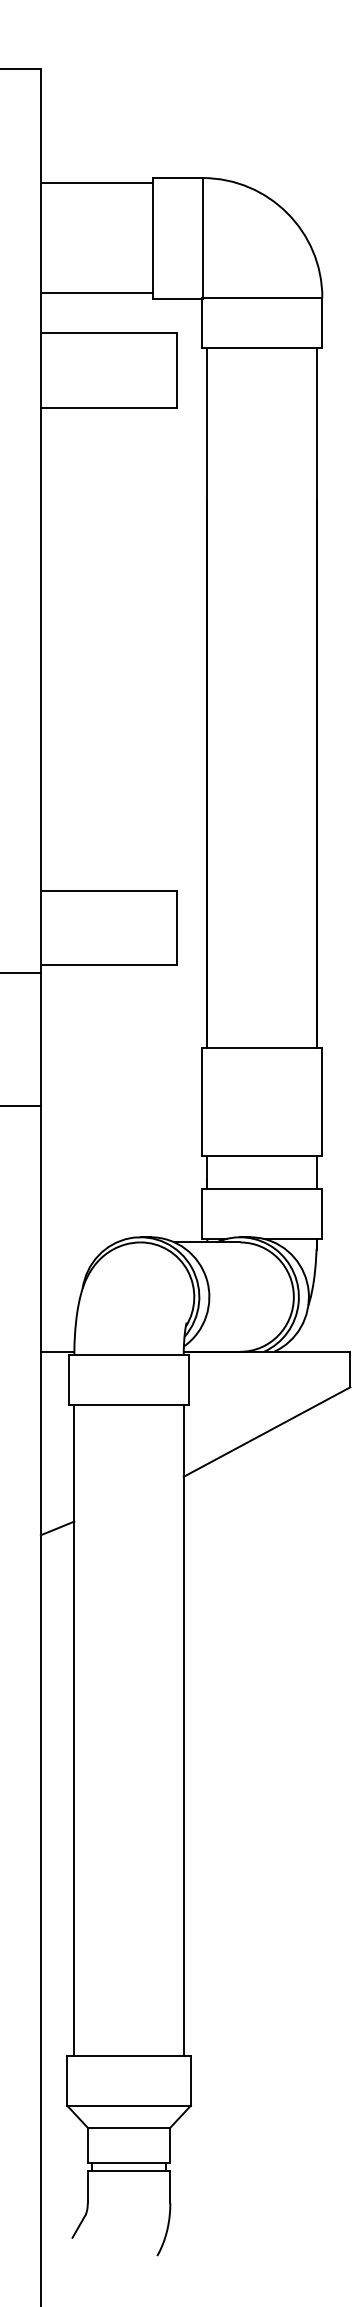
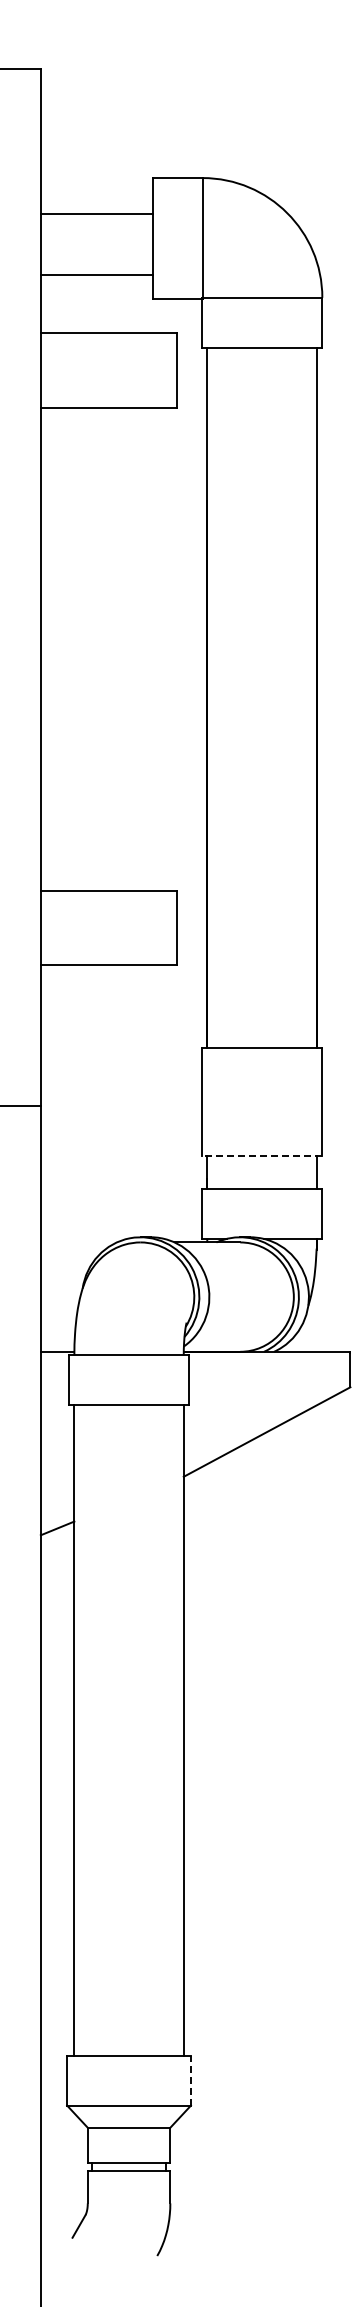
line at (96, 183) position: (96, 183) -> (96, 214)
line at (96, 292) position: (96, 292) -> (96, 274)
line at (21, 973): present -> none
line at (261, 1155): solid -> dashed
line at (190, 2080): solid -> dashed
